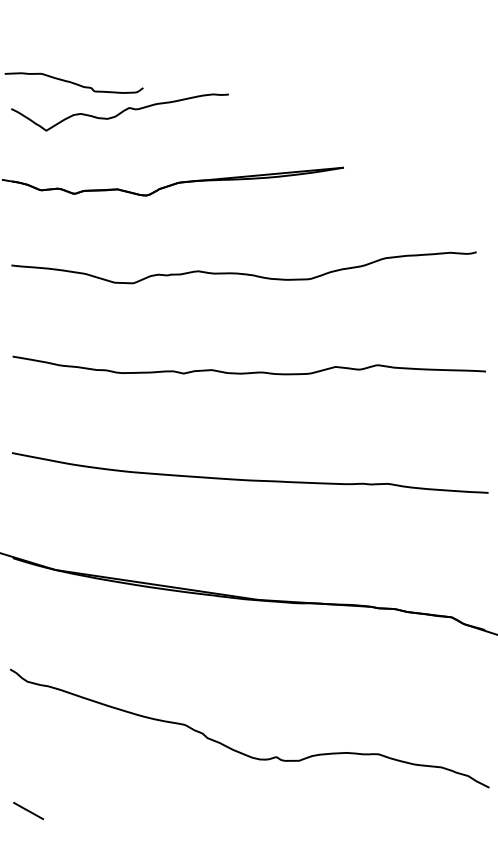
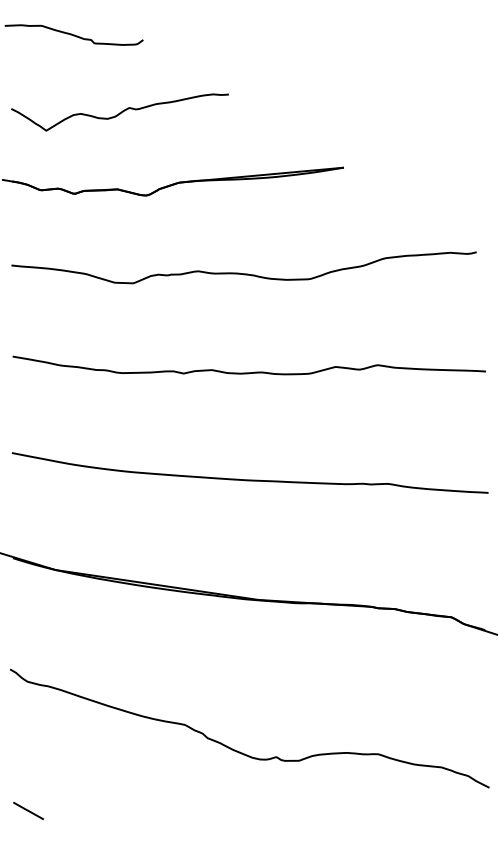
curve at (73, 82) position: (73, 82) -> (73, 34)
